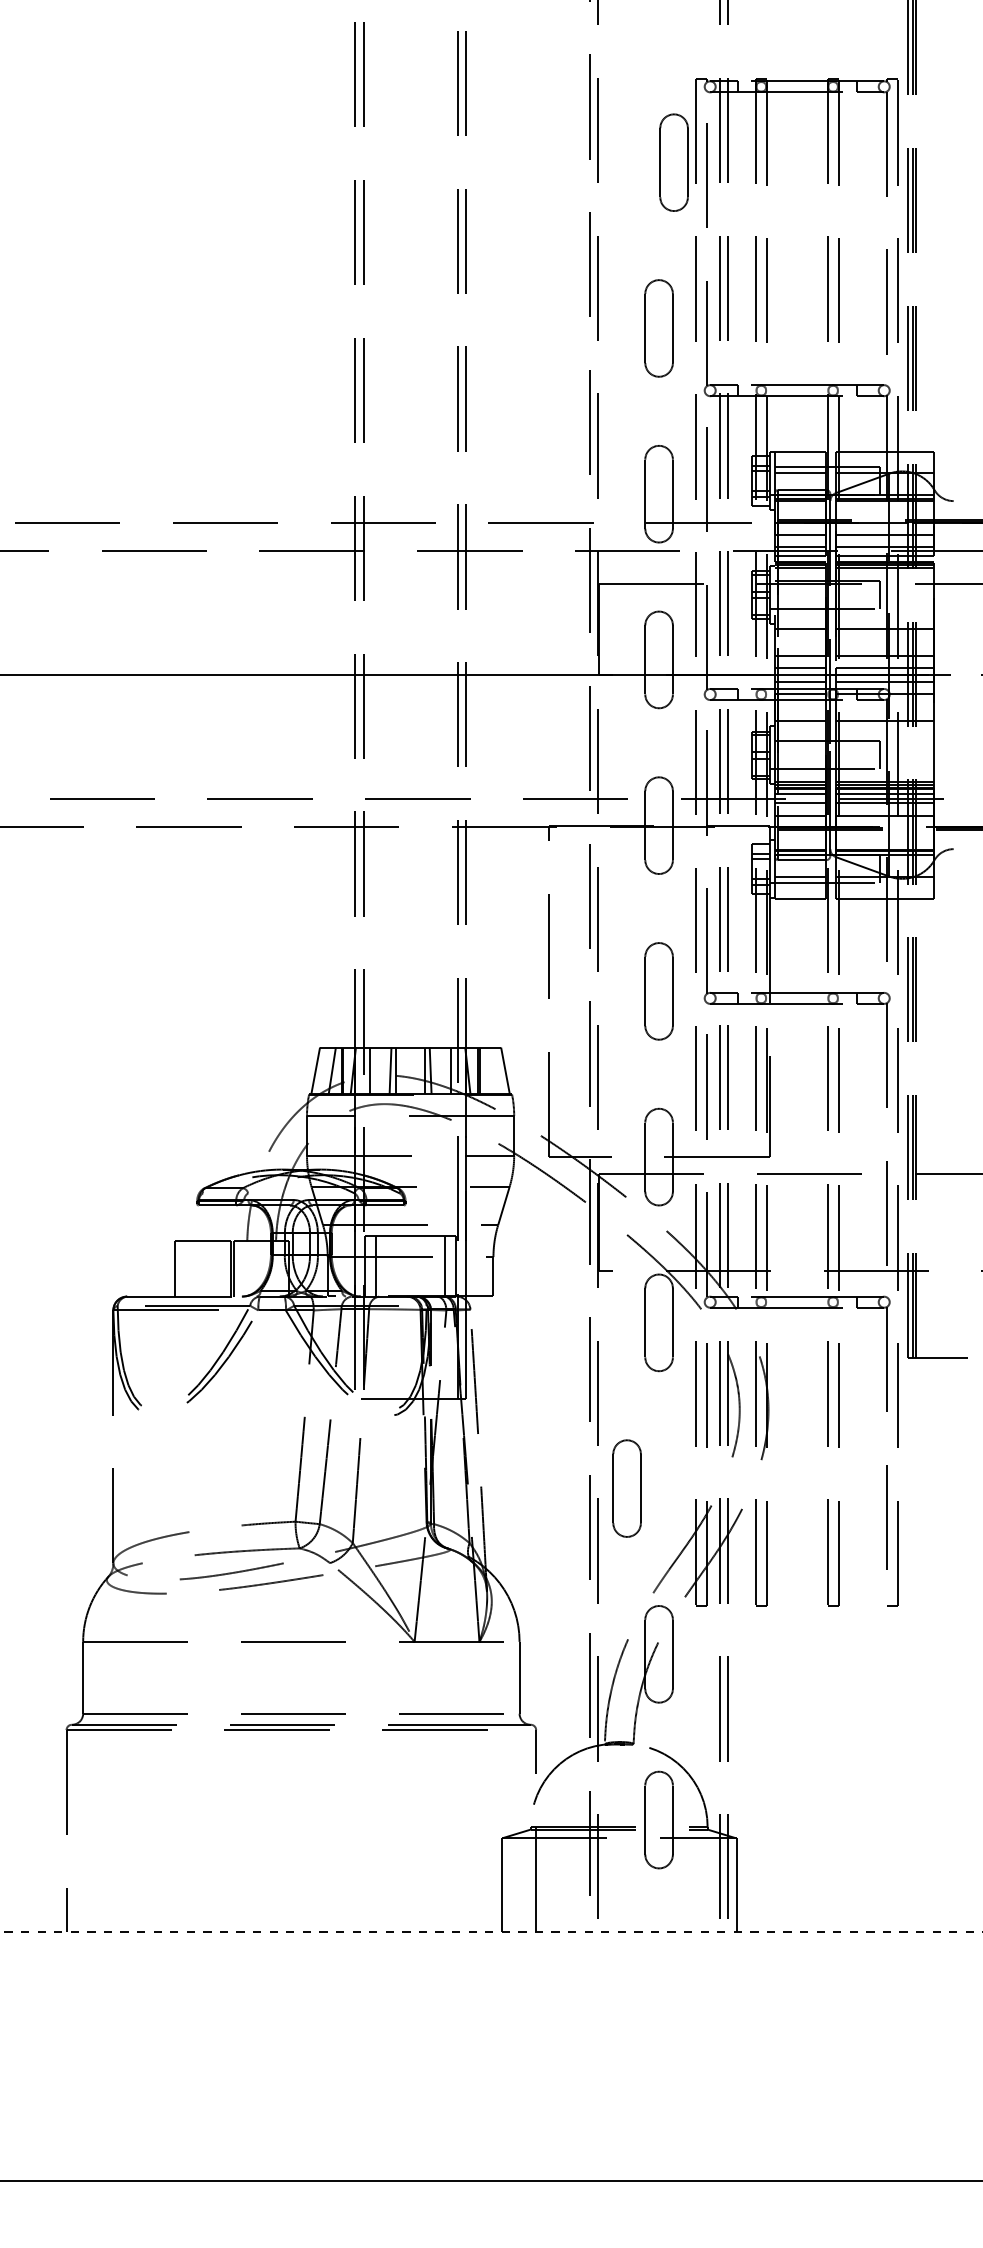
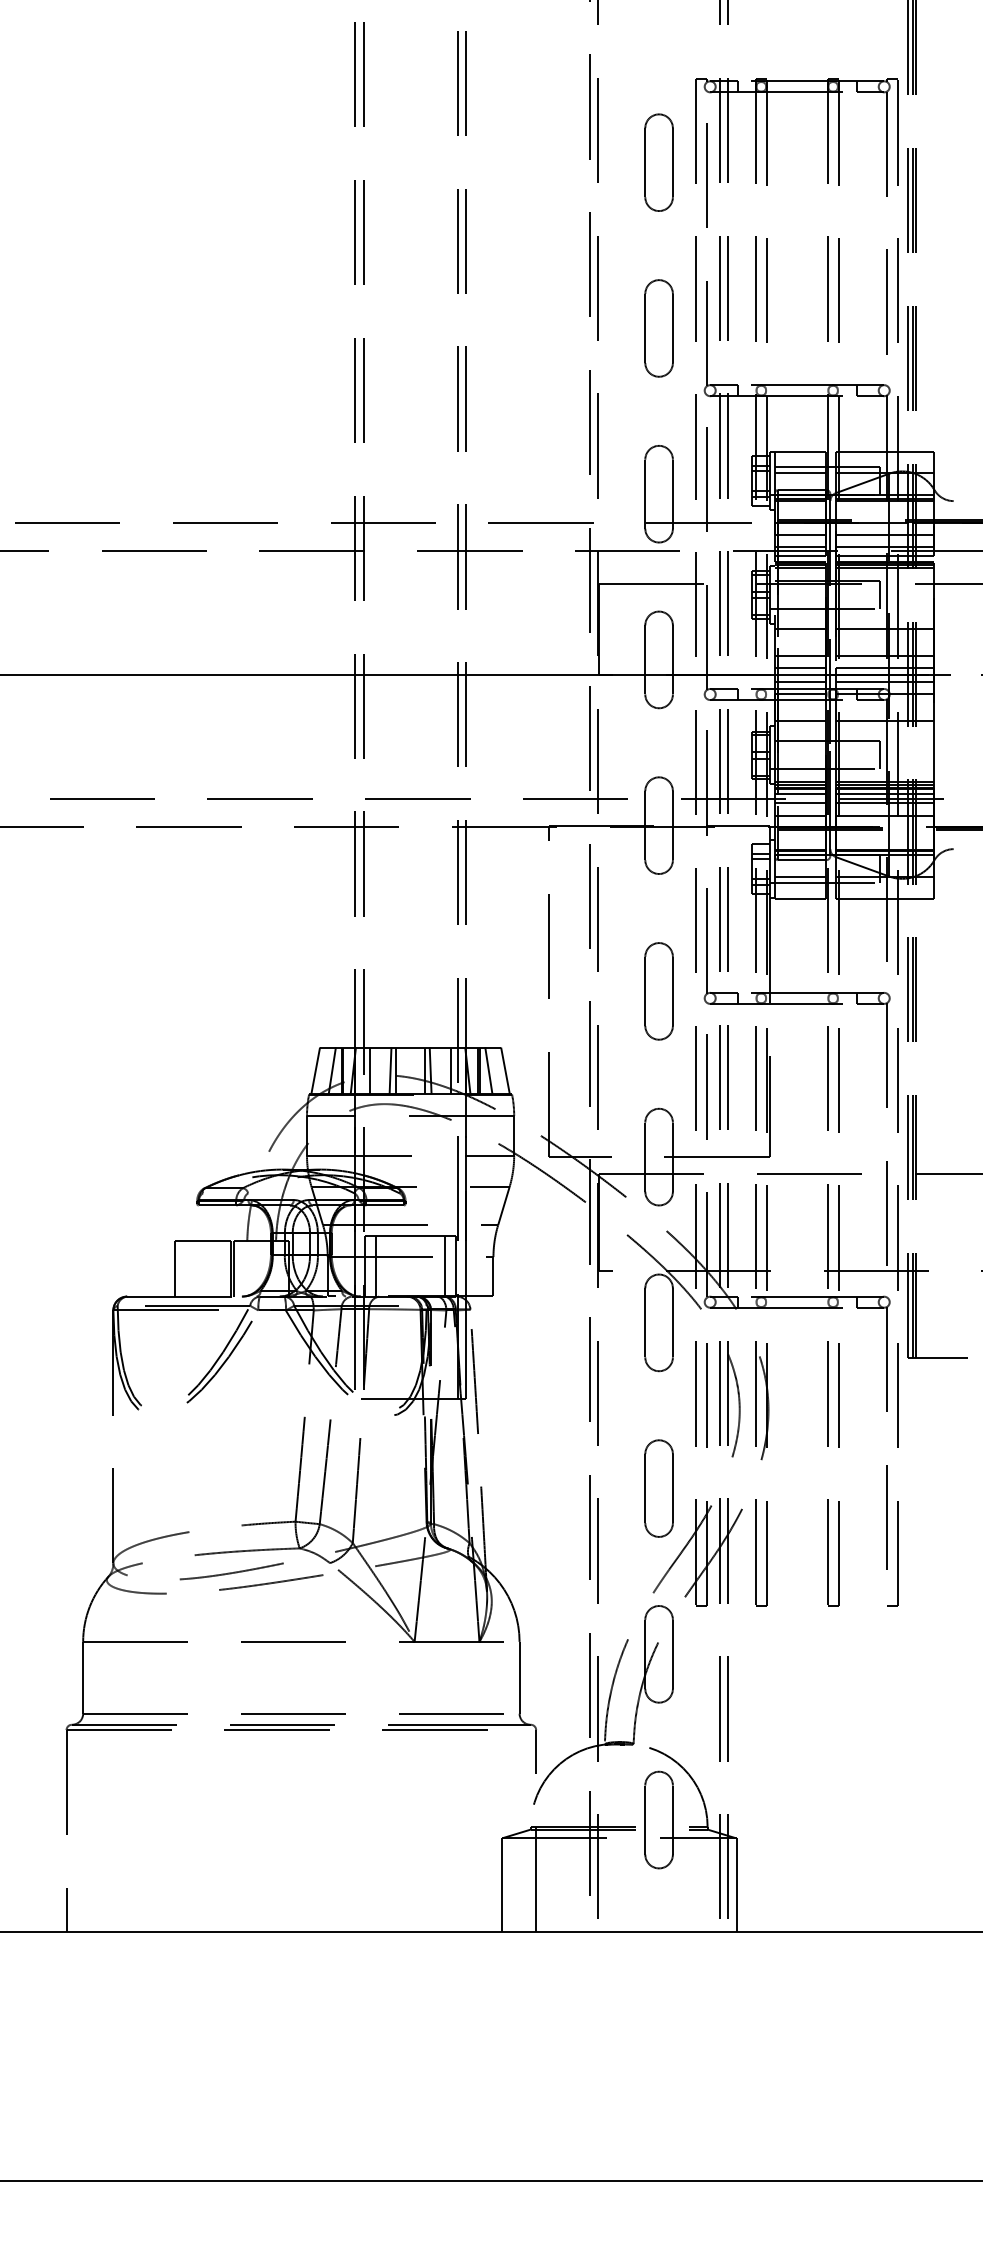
part at (673, 162) position: (673, 162) -> (658, 162)
line at (488, 1070): none -> present
part at (626, 1488) position: (626, 1488) -> (658, 1488)
line at (491, 1931): dashed -> solid
